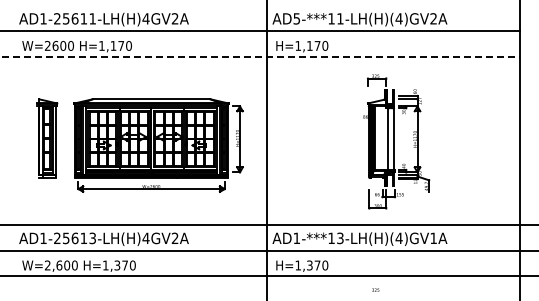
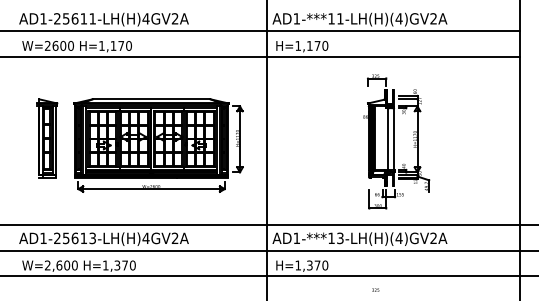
text at (296, 18): AD5-***11-LH(H)(4)GV2A -> AD1-***11-LH(H)(4)GV2A
line at (260, 56): dashed -> solid
text at (433, 237): AD1-***13-LH(H)(4)GV1A -> AD1-***13-LH(H)(4)GV2A
